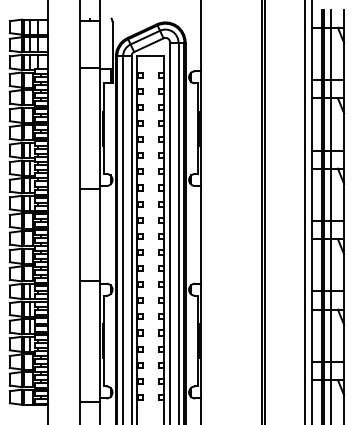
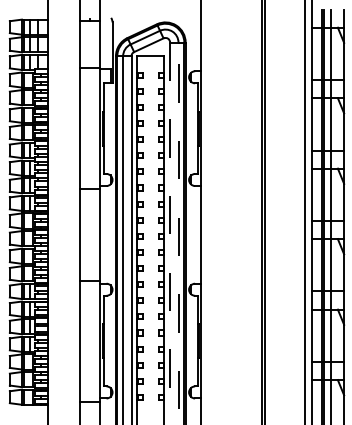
line at (178, 233): solid -> dashed
line at (170, 234): solid -> dashed
